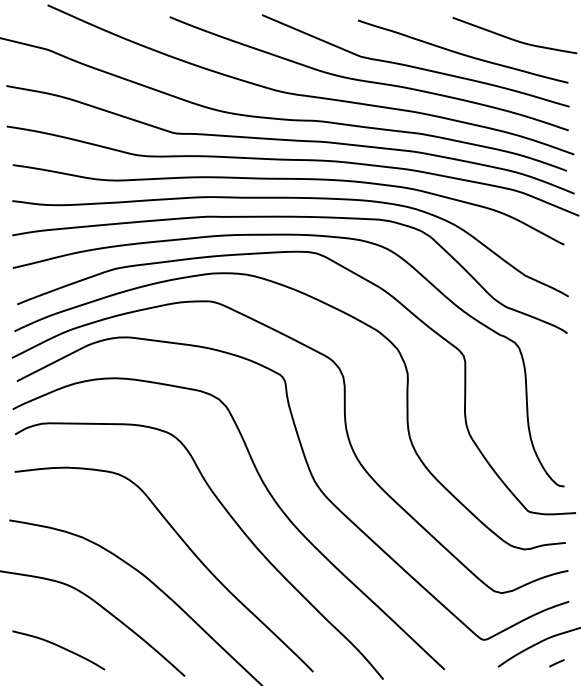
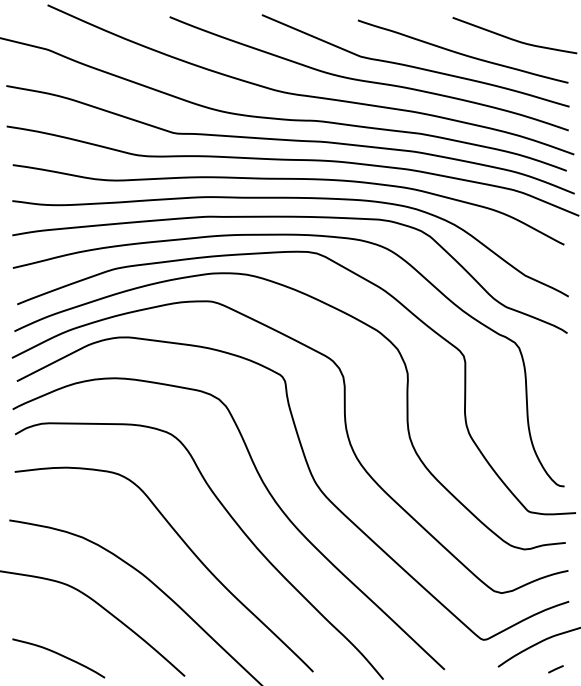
curve at (59, 647) position: (59, 647) -> (59, 655)
line at (556, 663) position: (556, 663) -> (555, 669)
